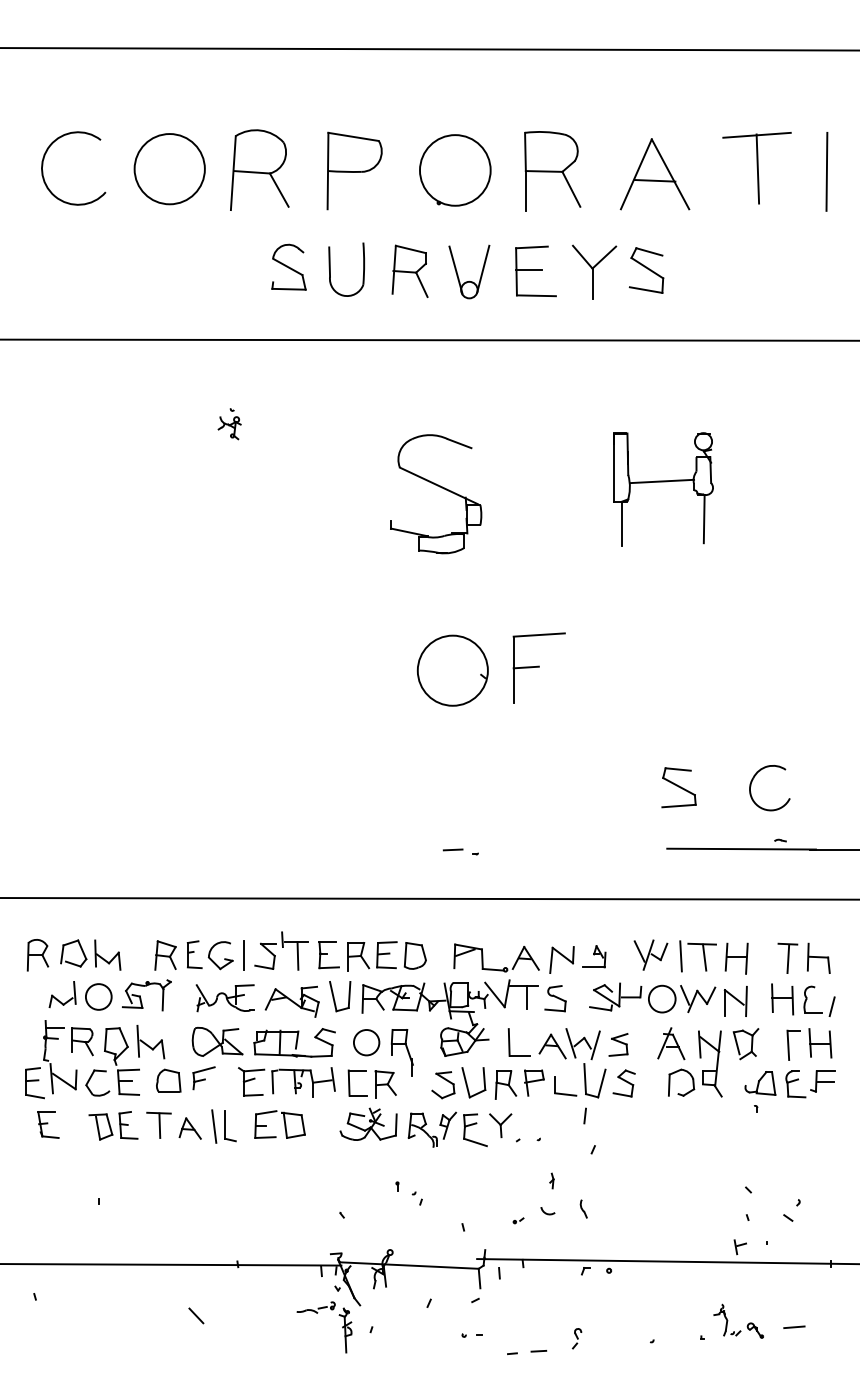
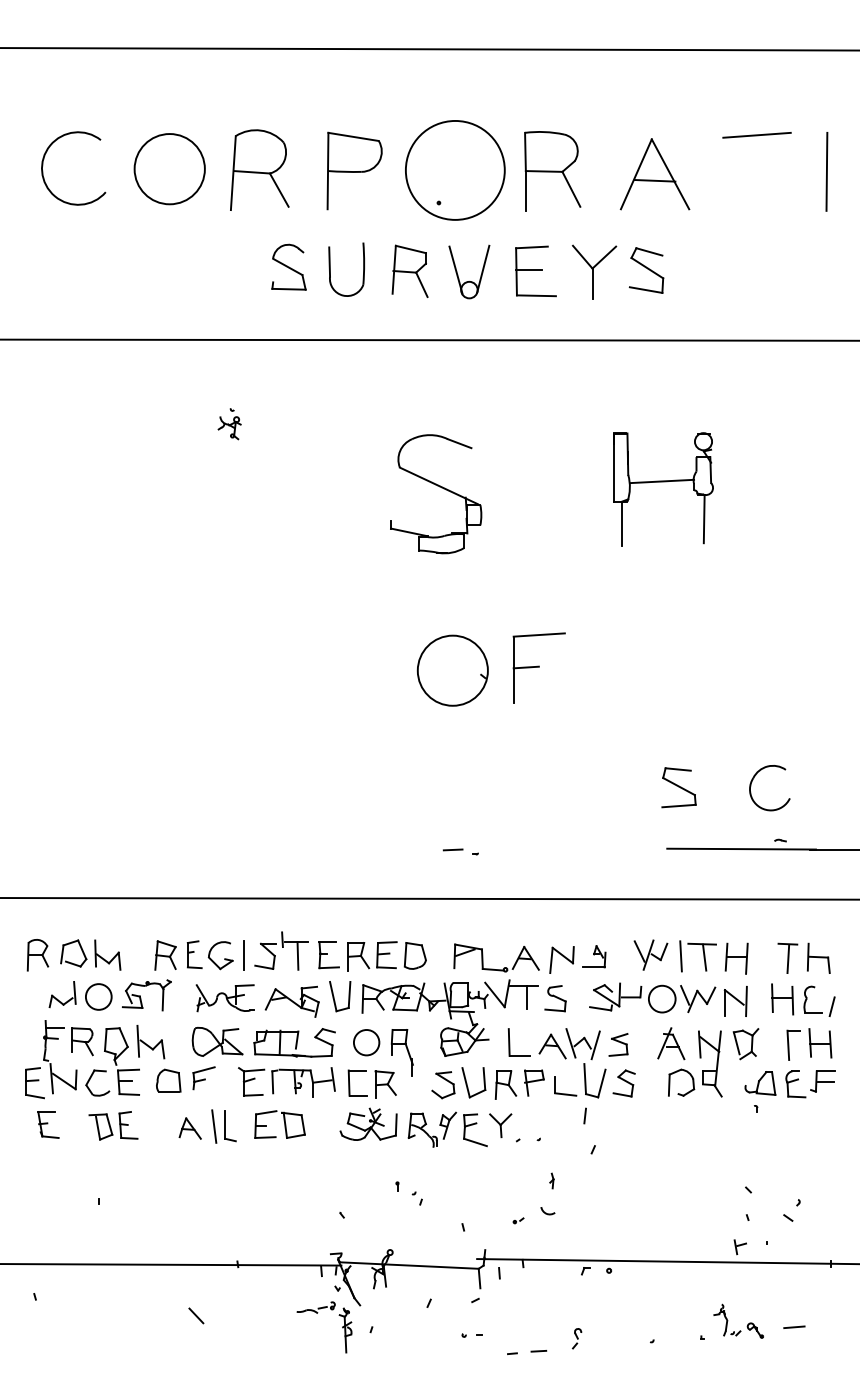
line at (757, 168): present -> none
circle at (454, 170) diameter: 71 px -> 99 px
part at (158, 1124): present -> none
part at (583, 1208): present -> none
